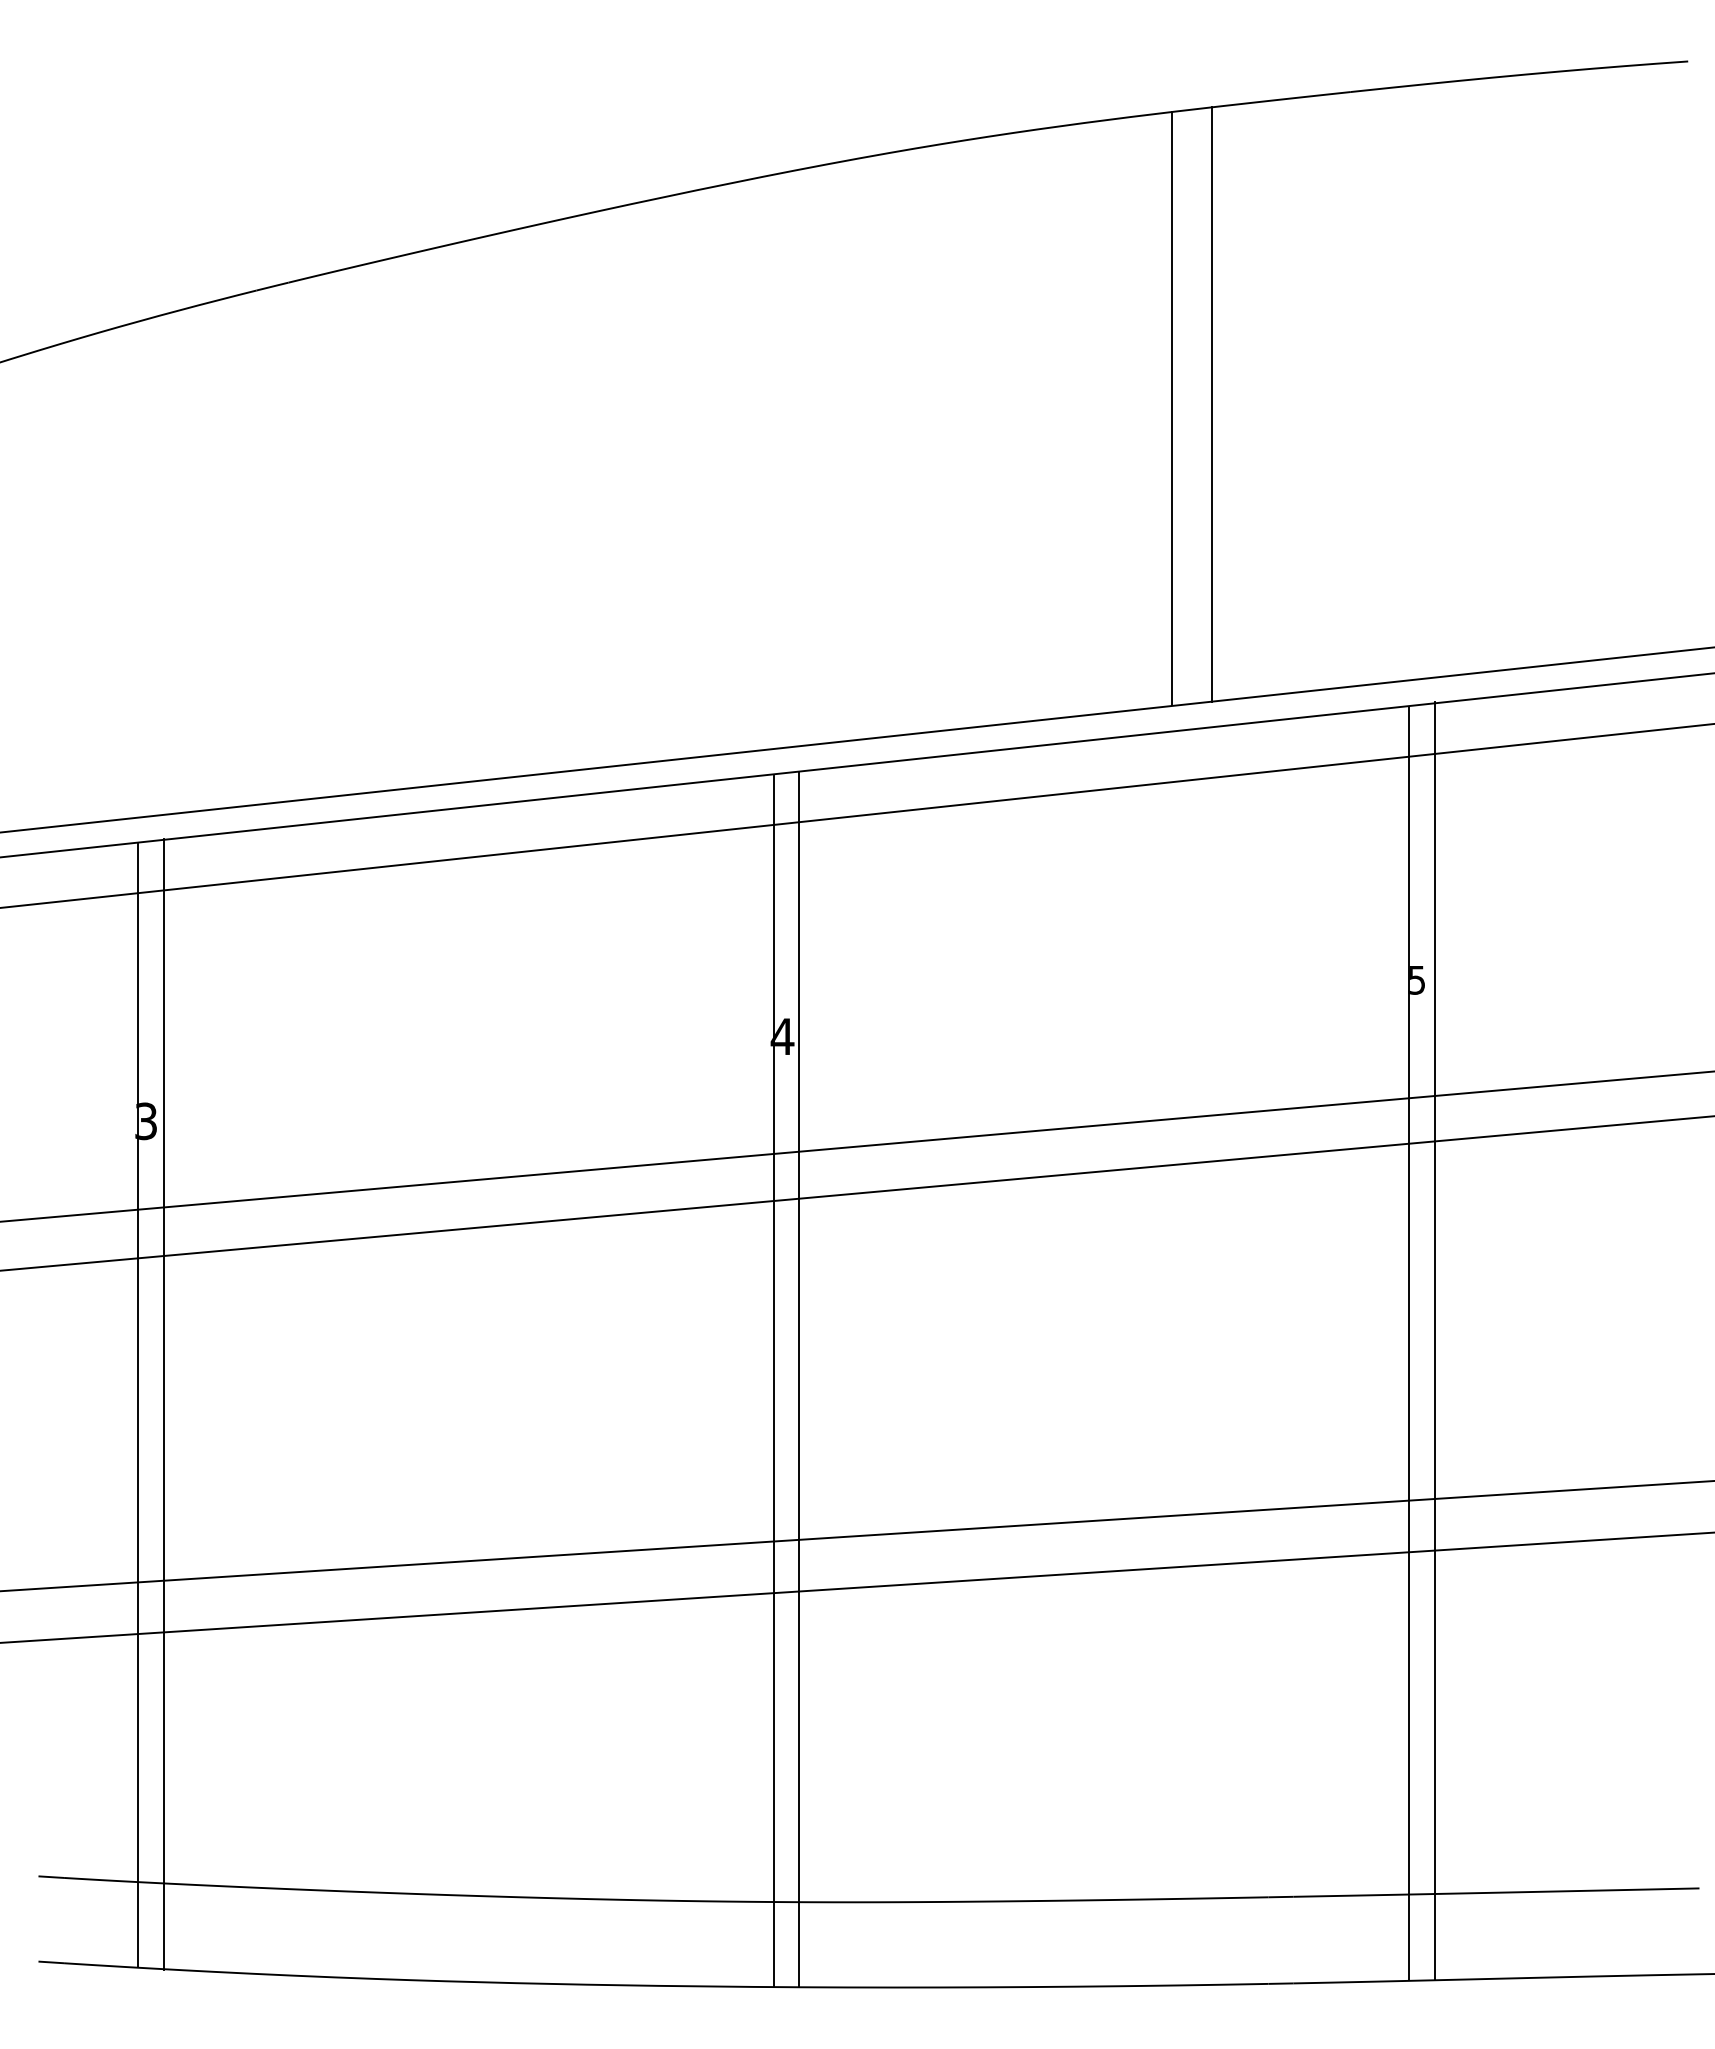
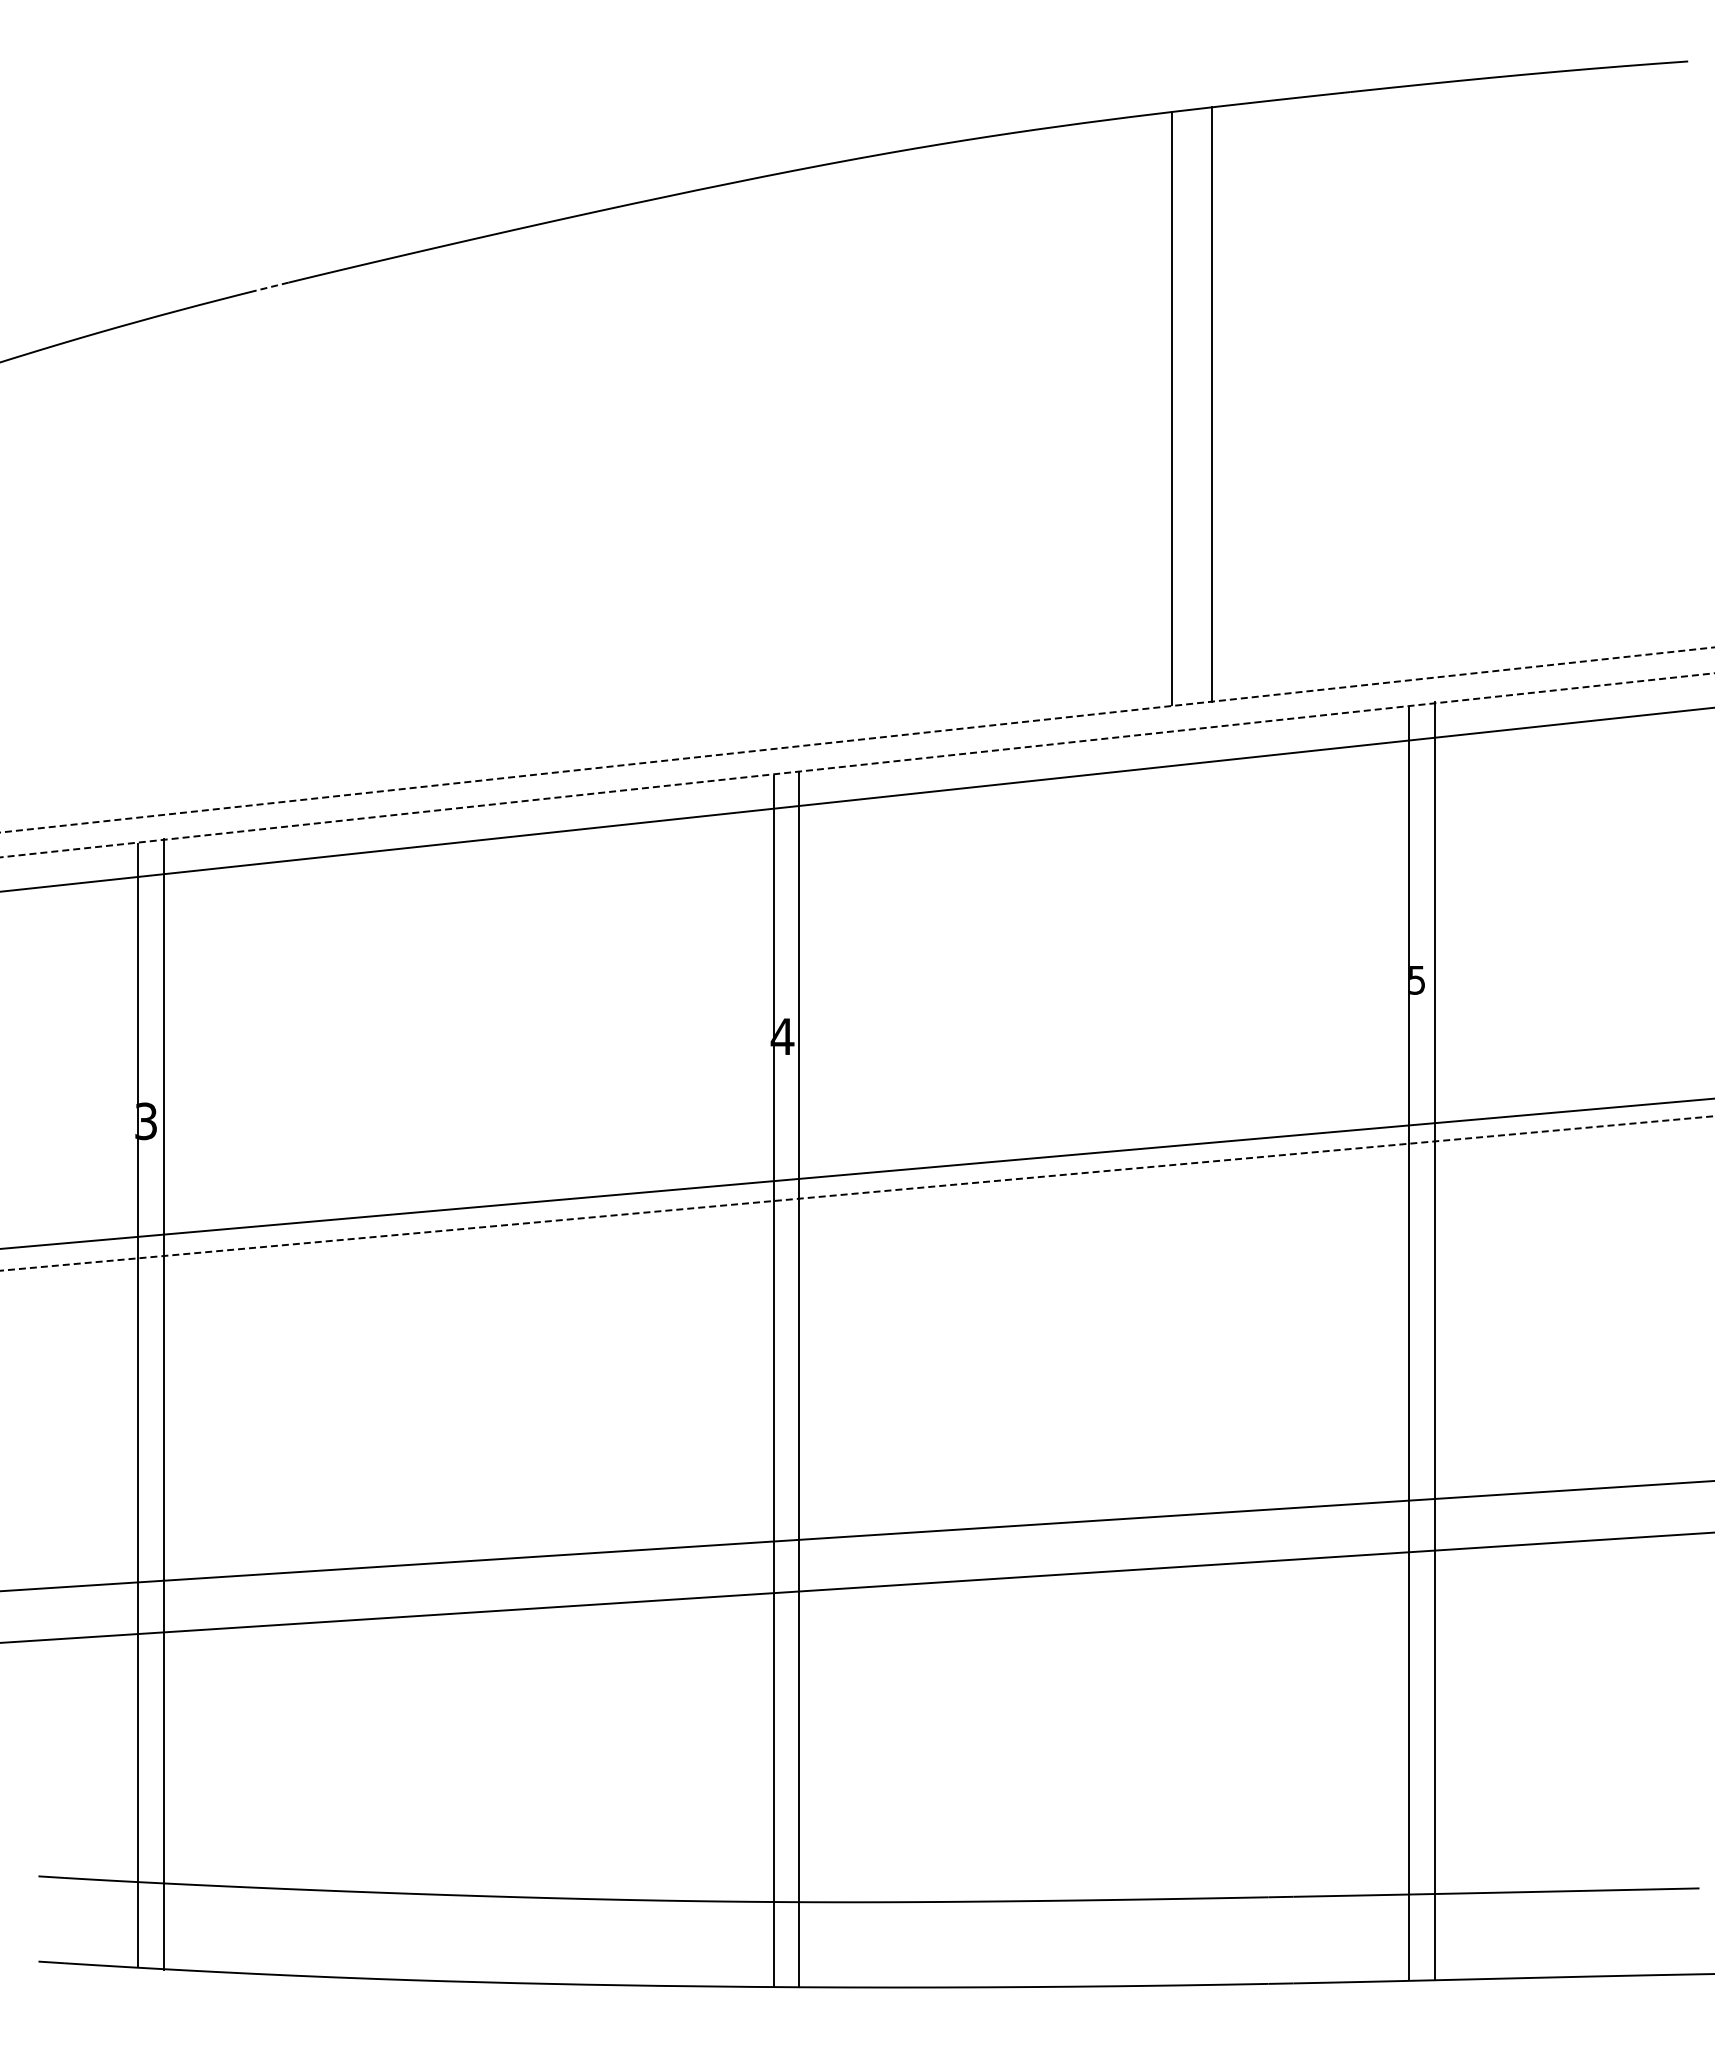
line at (272, 286): solid -> dashed
line at (857, 739): solid -> dashed
line at (857, 765): solid -> dashed
line at (856, 815) position: (856, 815) -> (856, 799)
line at (856, 1146) position: (856, 1146) -> (856, 1173)
line at (856, 1193): solid -> dashed
